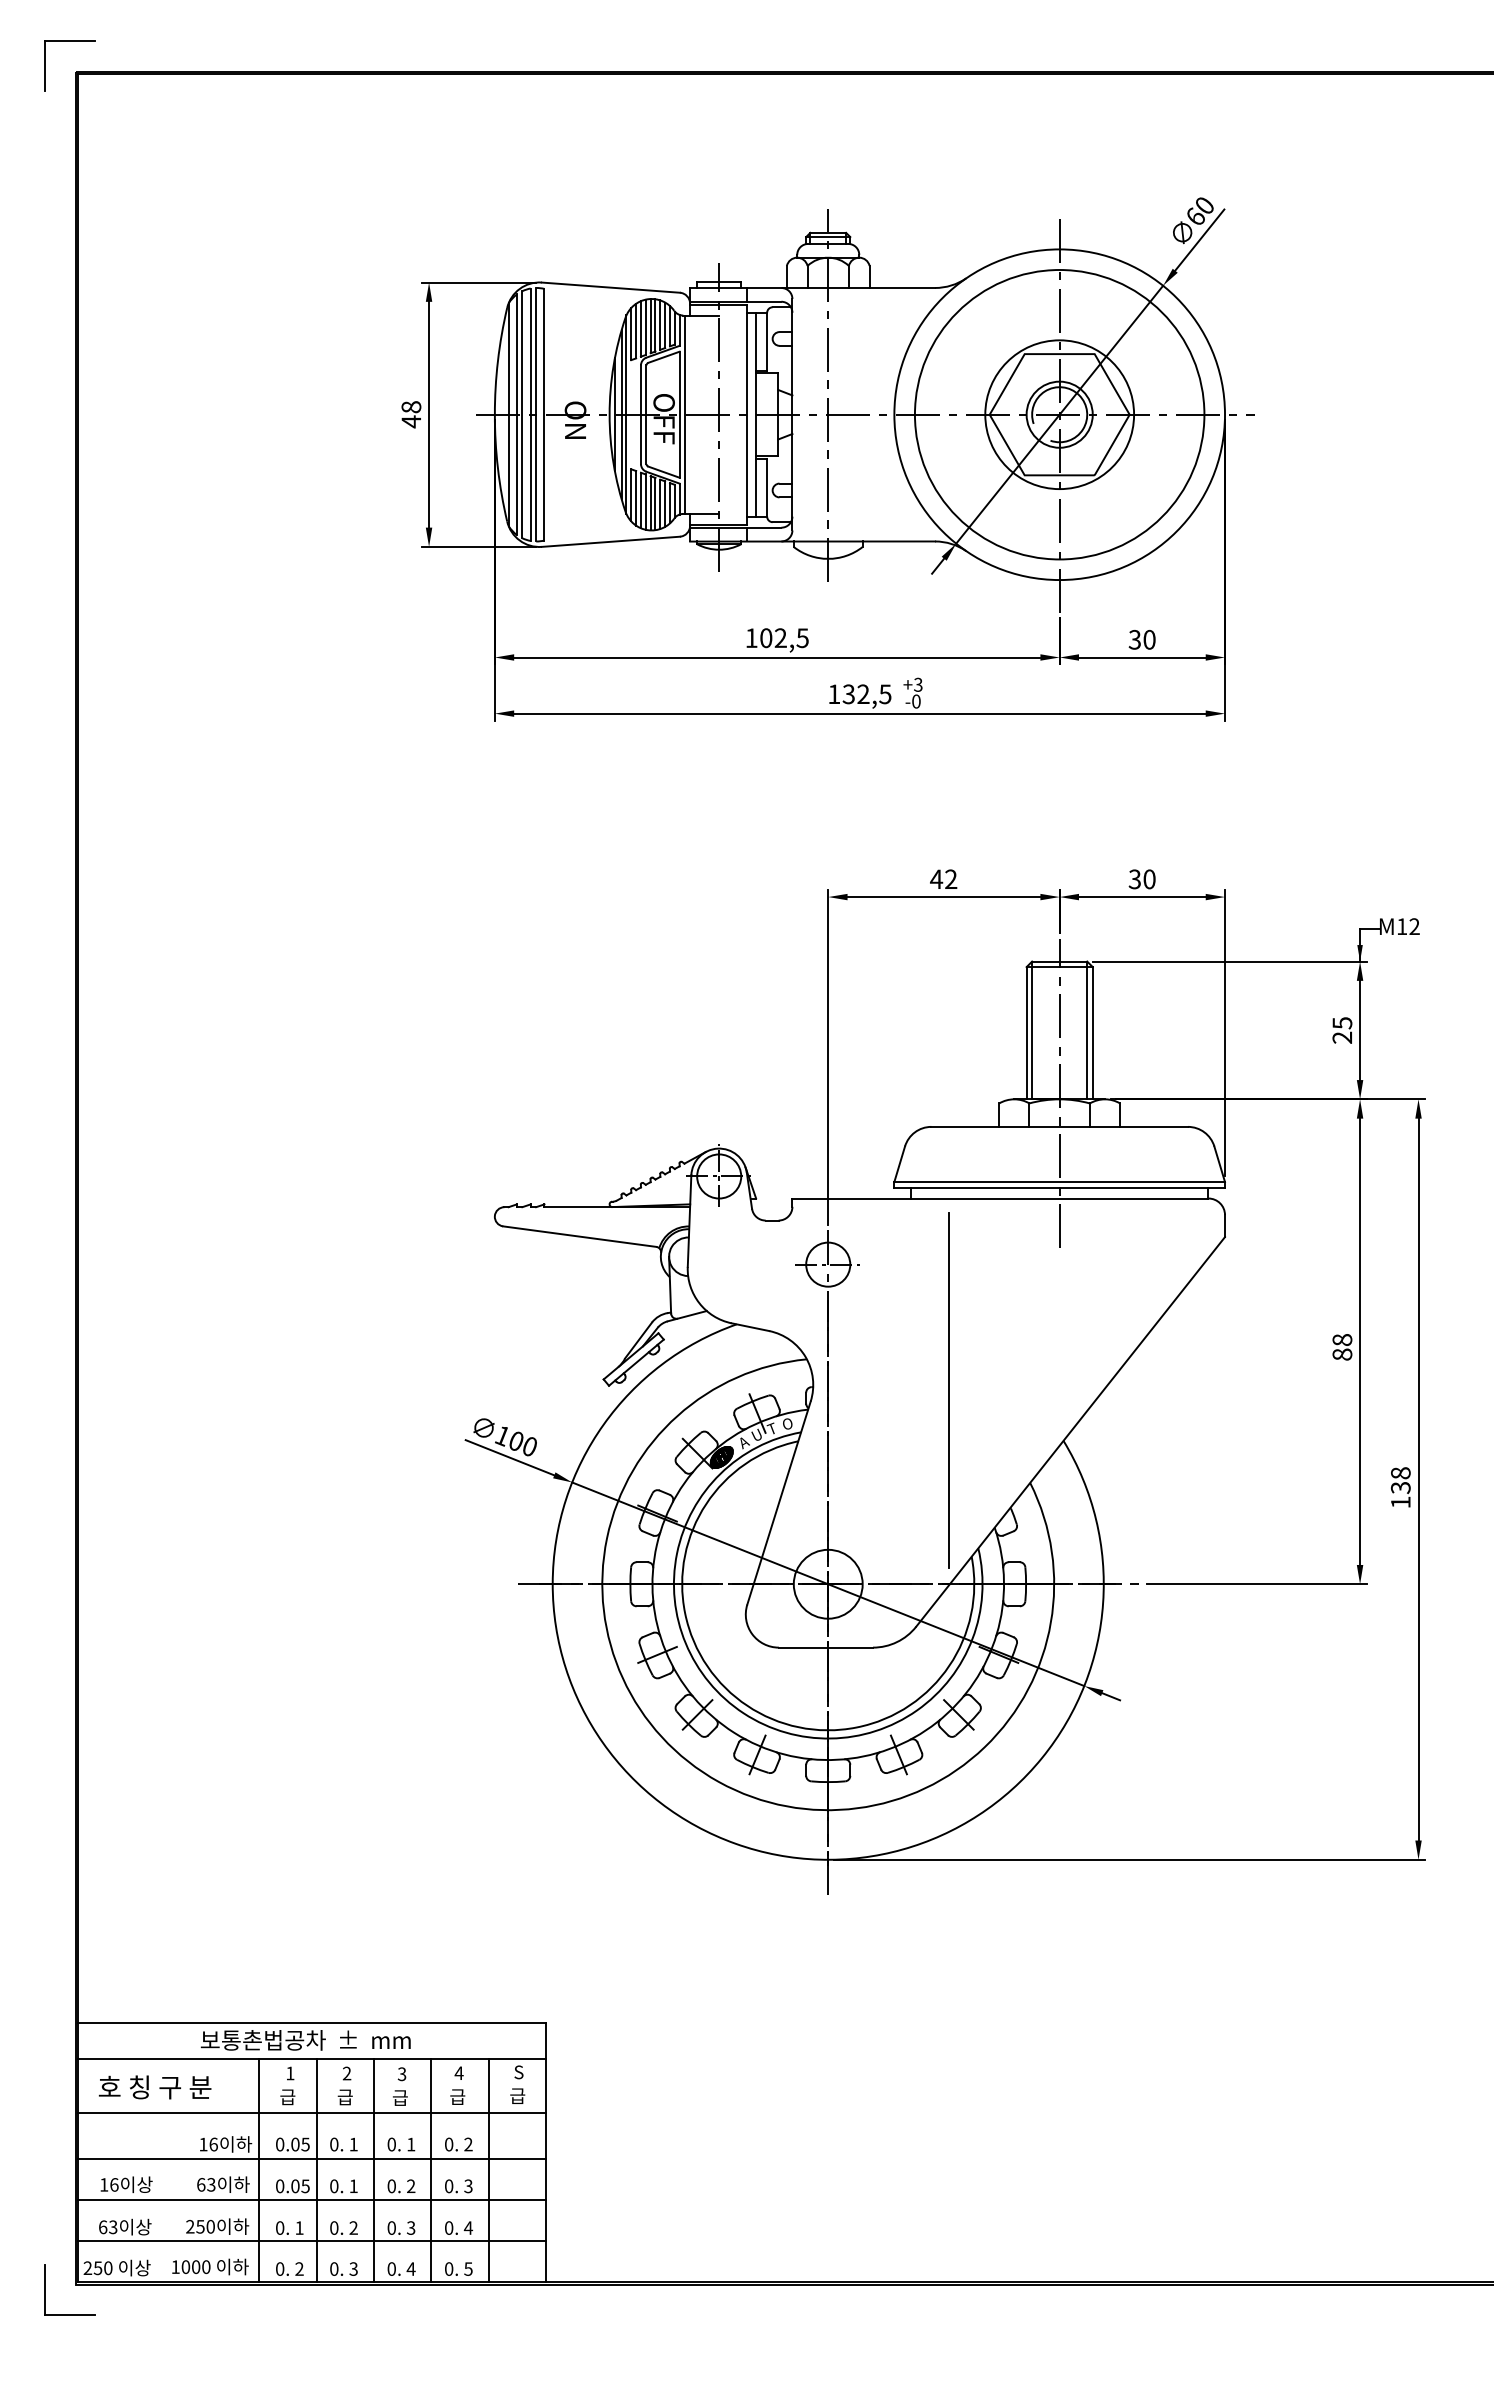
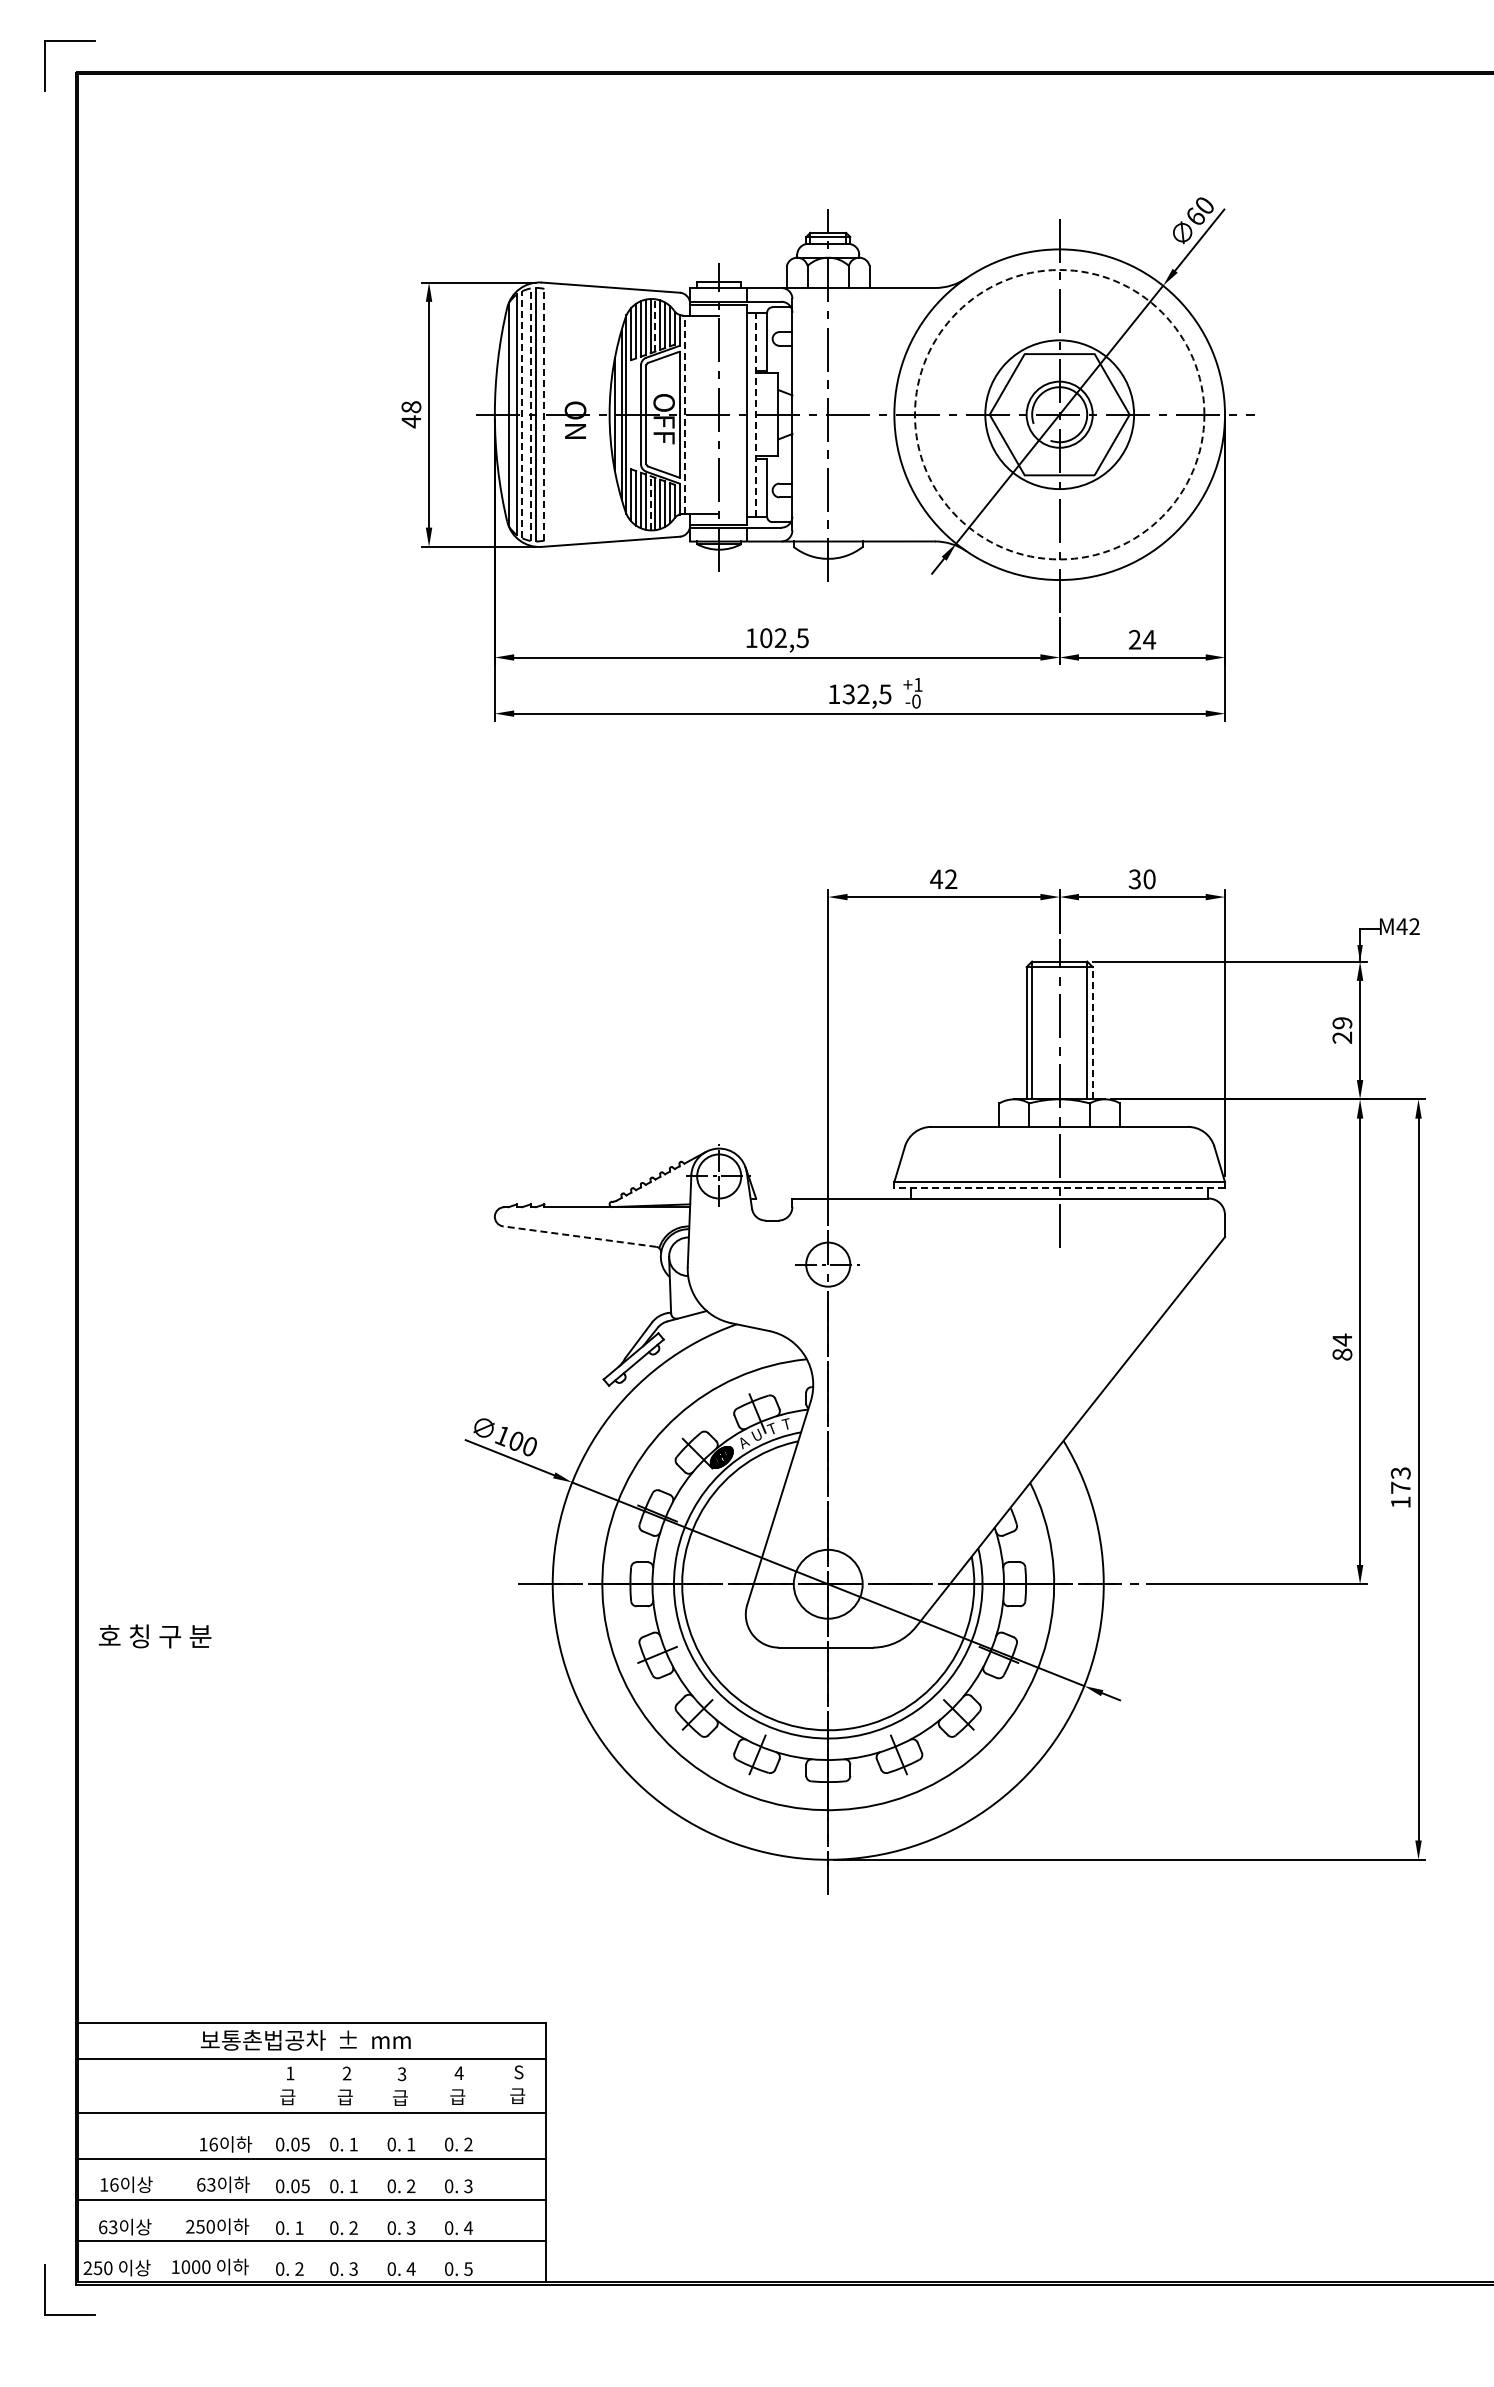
line at (655, 324): solid -> dashed
line at (522, 414): solid -> dashed
line at (530, 414): solid -> dashed
line at (544, 414): solid -> dashed
line at (684, 414): solid -> dashed
line at (756, 414): solid -> dashed
circle at (1059, 414): solid -> dashed
line at (650, 502): solid -> dashed
text at (1142, 639): 30 -> 24
text at (918, 684): +3 -> +1
text at (1401, 926): M12 -> M42
text at (1342, 1023): 25 -> 29
line at (1092, 1032): solid -> dashed
line at (1059, 1187): solid -> dashed
line at (579, 1236): solid -> dashed
text at (1342, 1339): 88 -> 84
line at (949, 1390): present -> none
text at (786, 1423): O -> T
text at (1400, 1480): 138 -> 173
text at (154, 2087) position: (154, 2087) -> (154, 1636)
line at (259, 2170): present -> none
line at (316, 2170): present -> none
line at (374, 2170): present -> none
line at (431, 2170): present -> none
line at (488, 2170): present -> none
